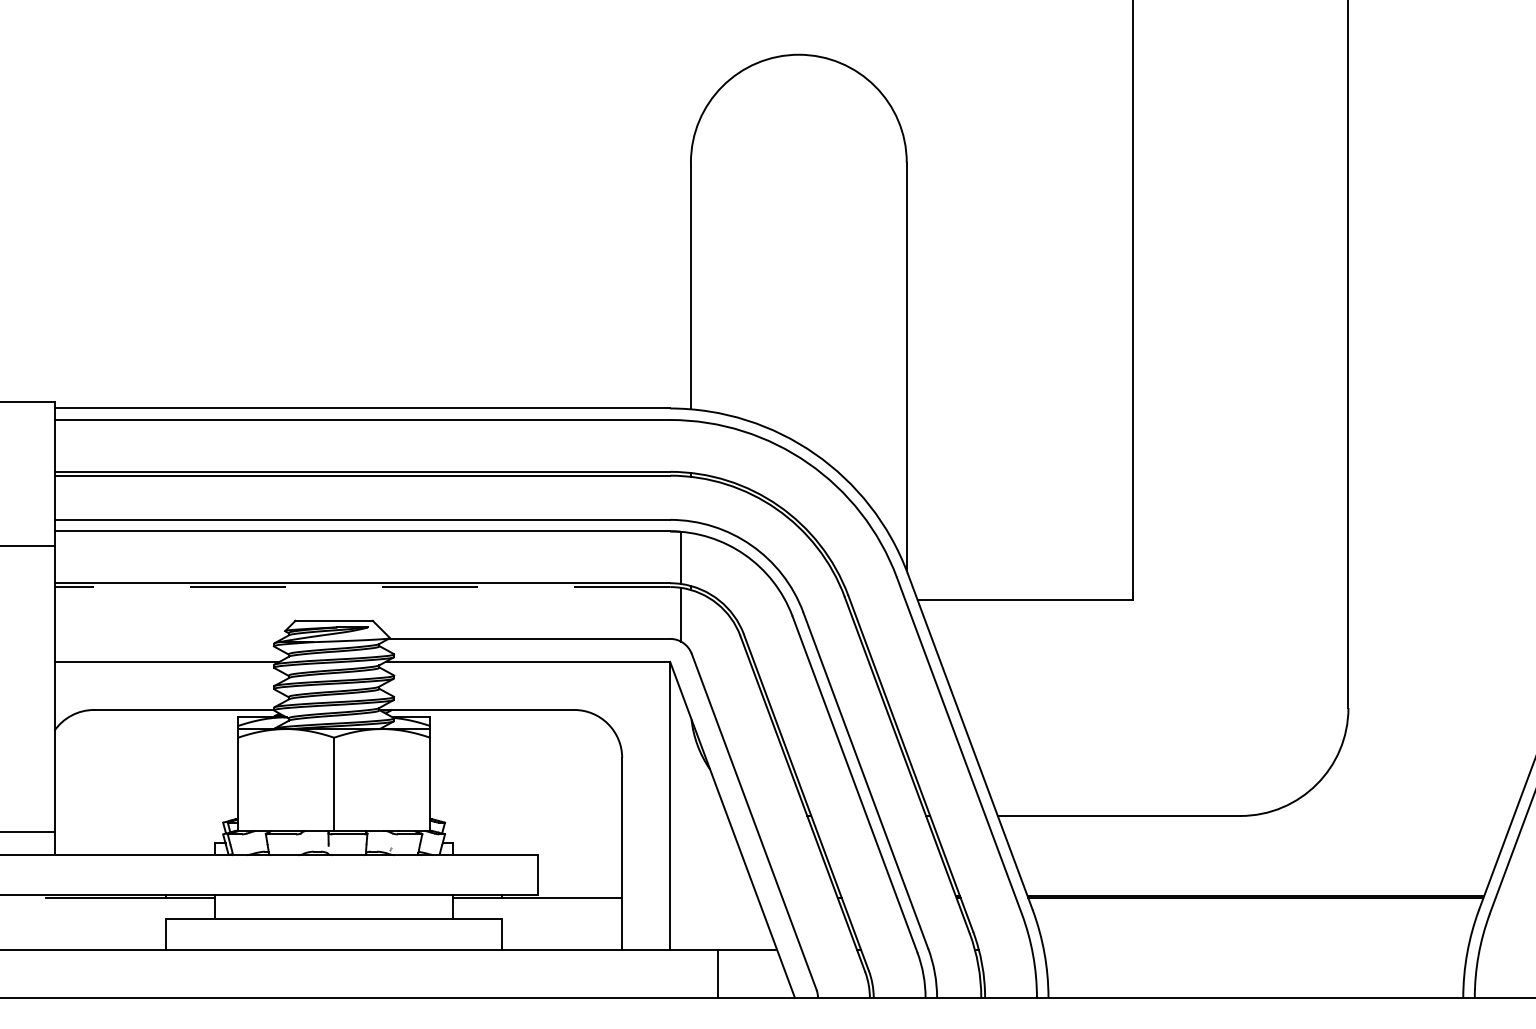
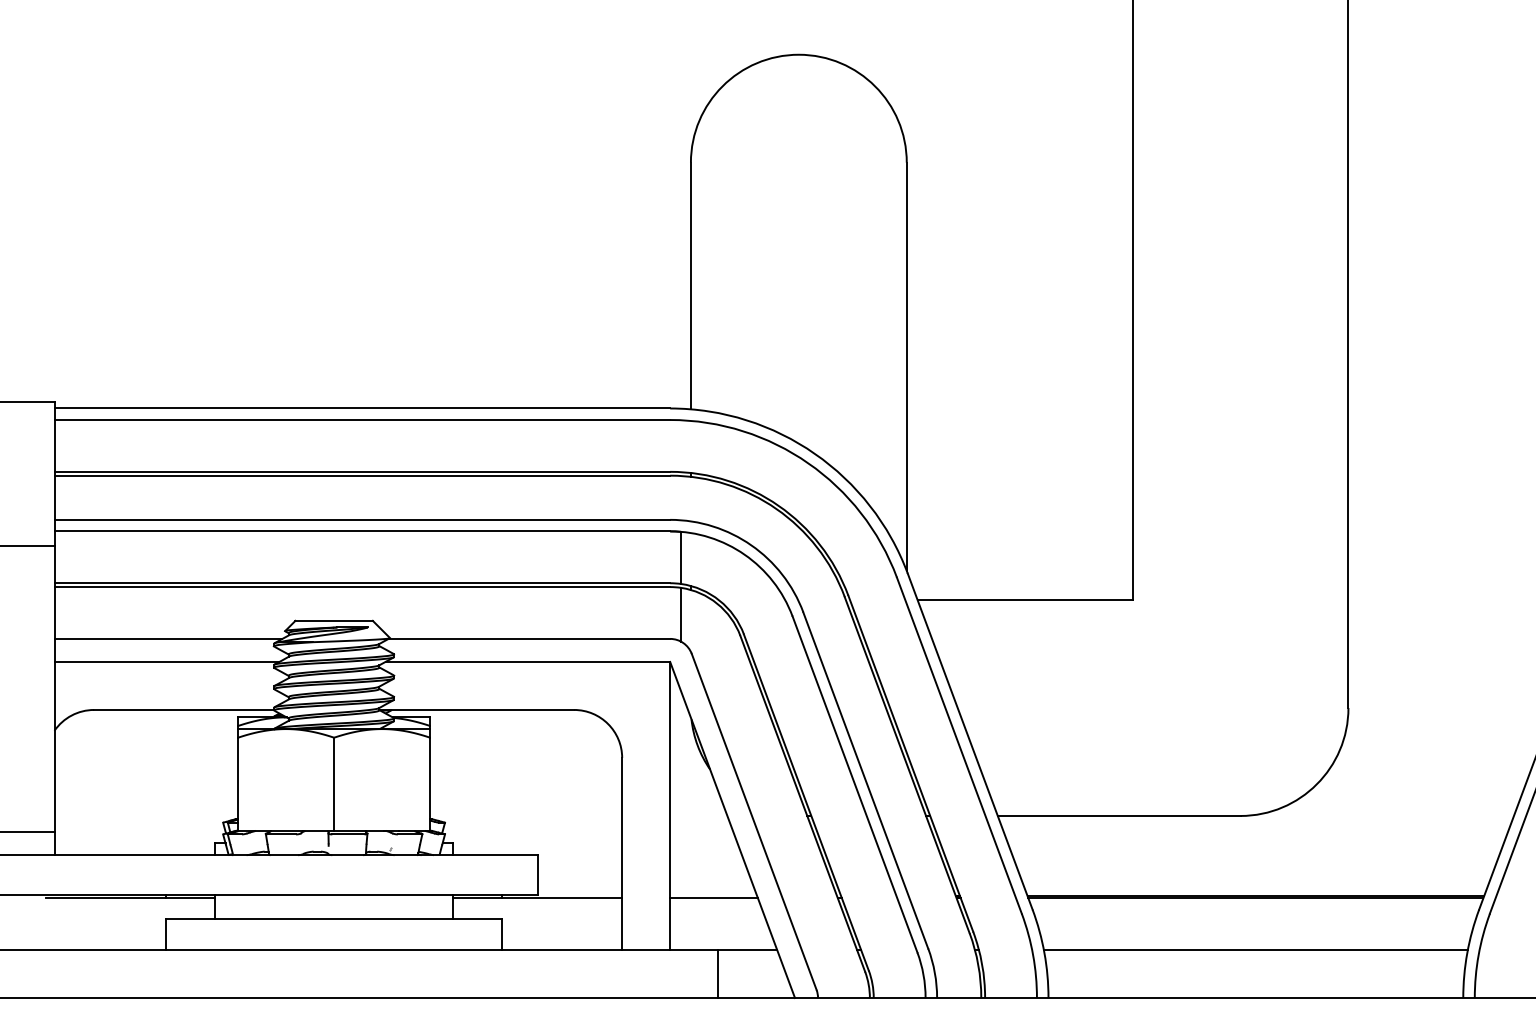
line at (362, 587): dashed -> solid
line at (168, 638): none -> present
line at (713, 898): none -> present
line at (1255, 950): none -> present
